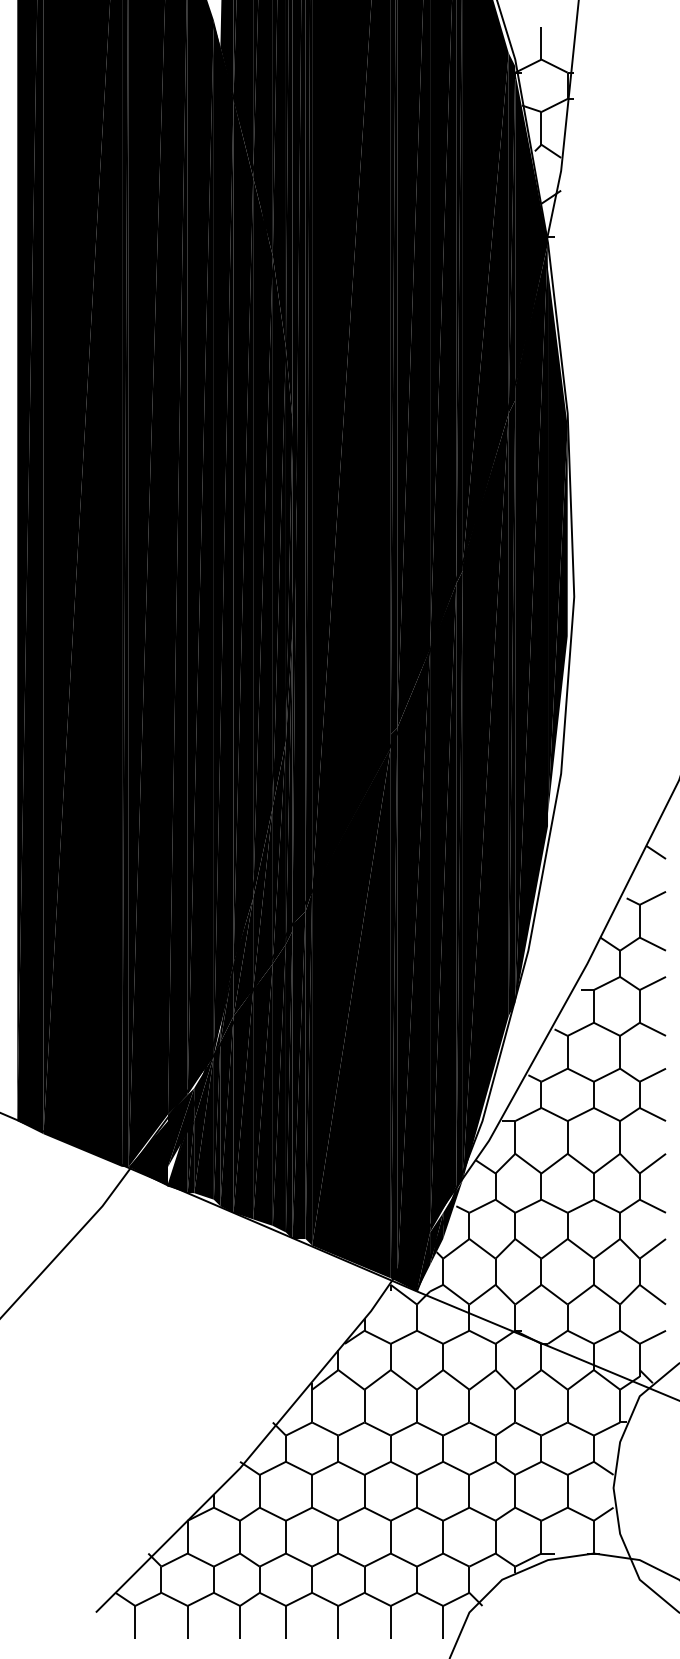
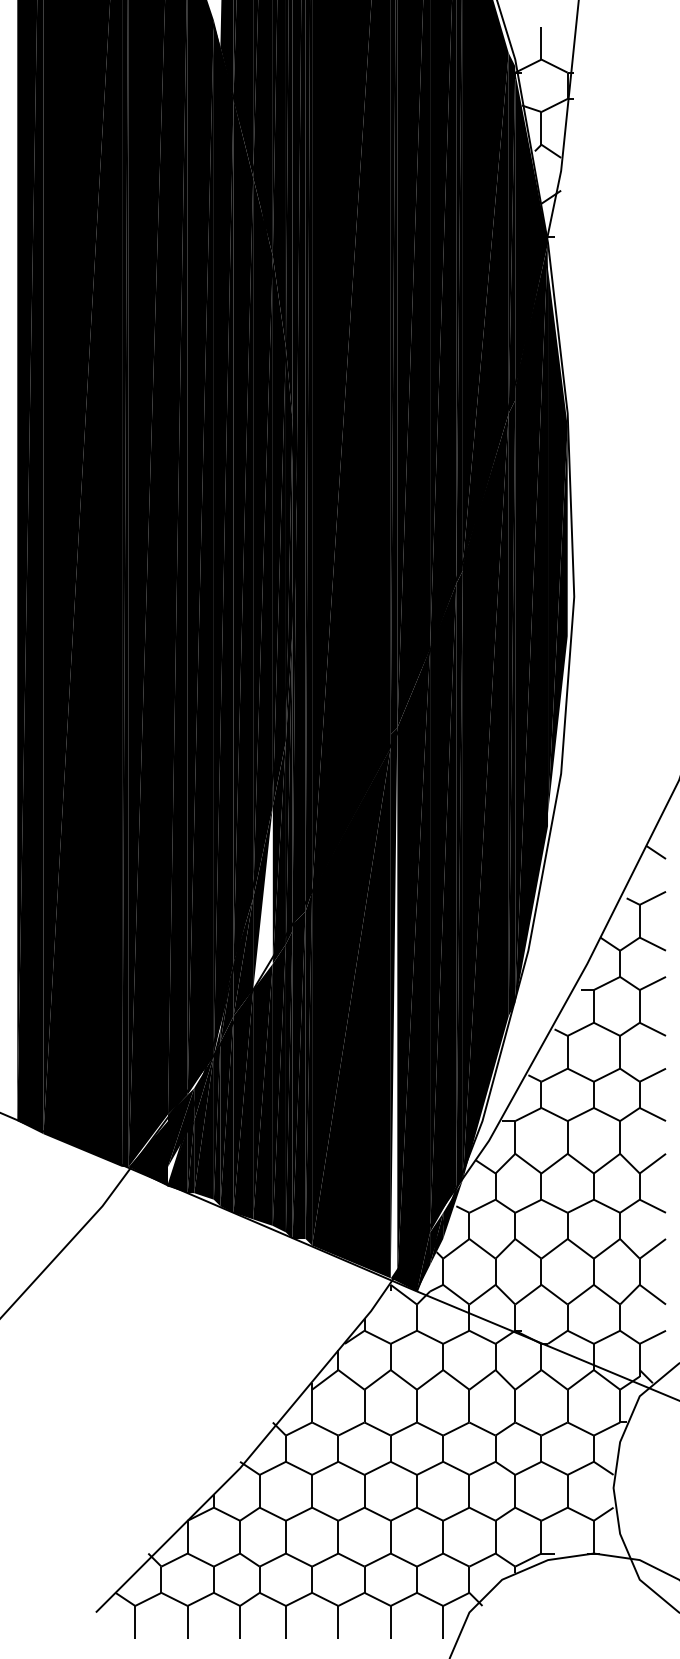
fill at (262, 898): present -> none
fill at (393, 1002): present -> none
